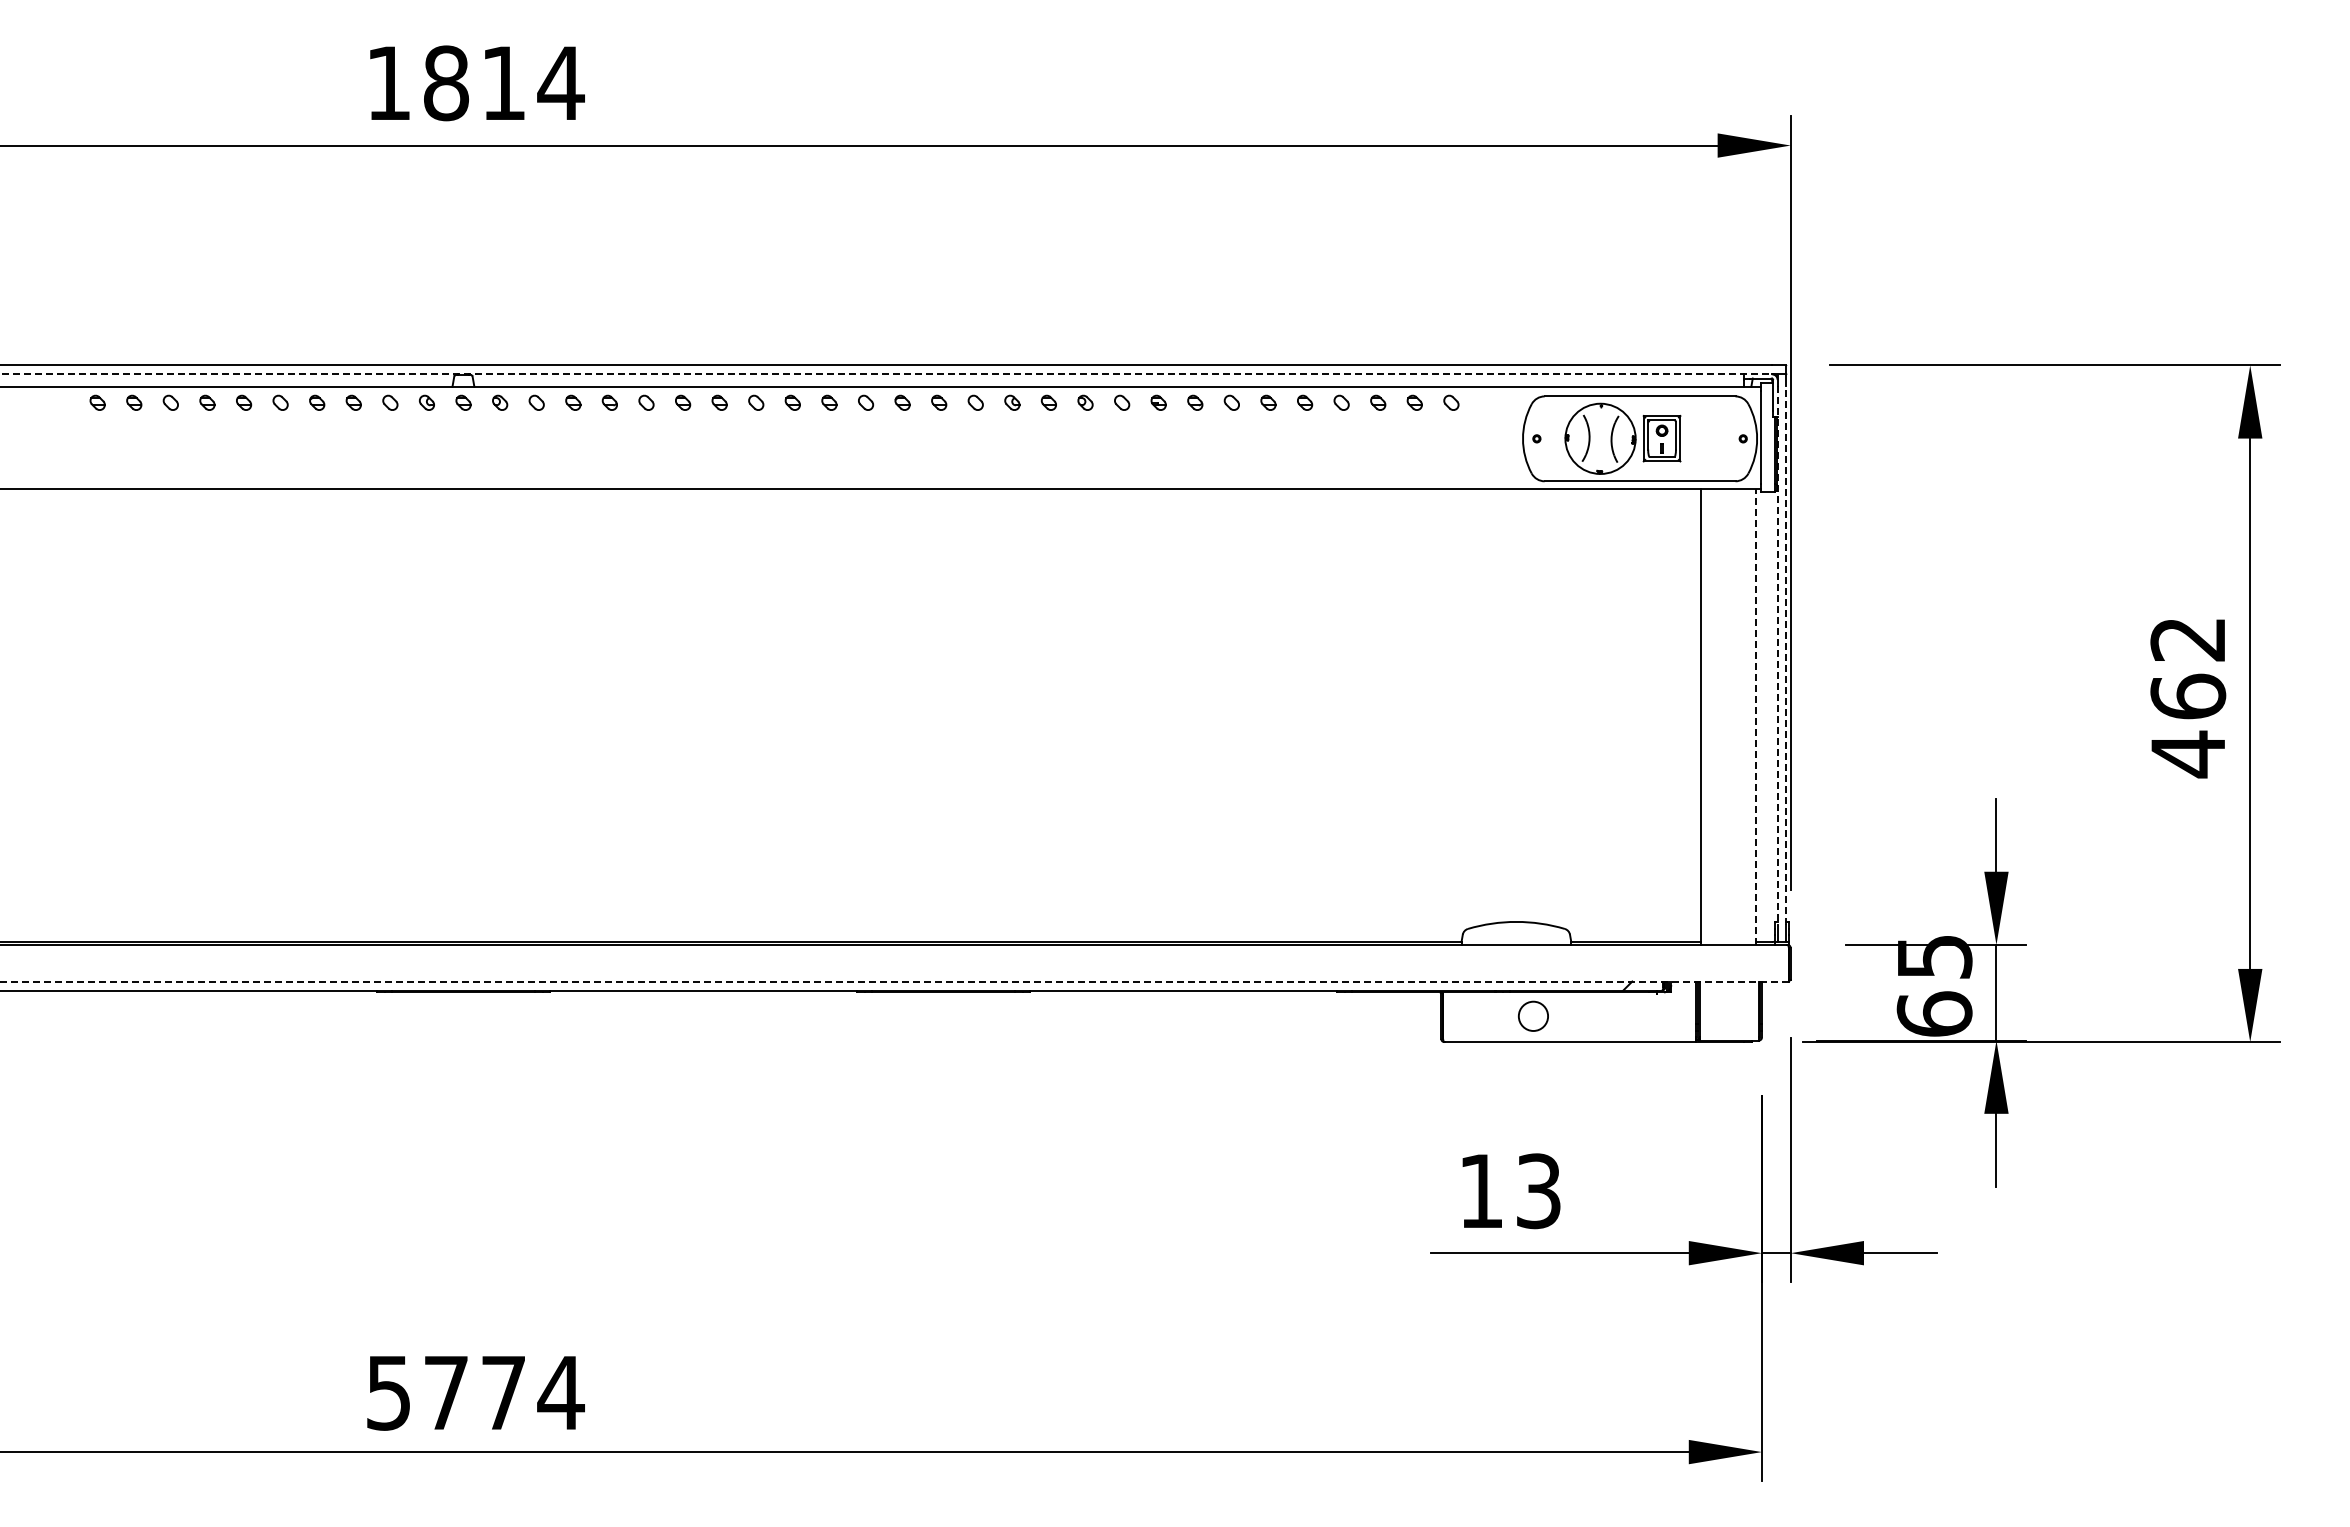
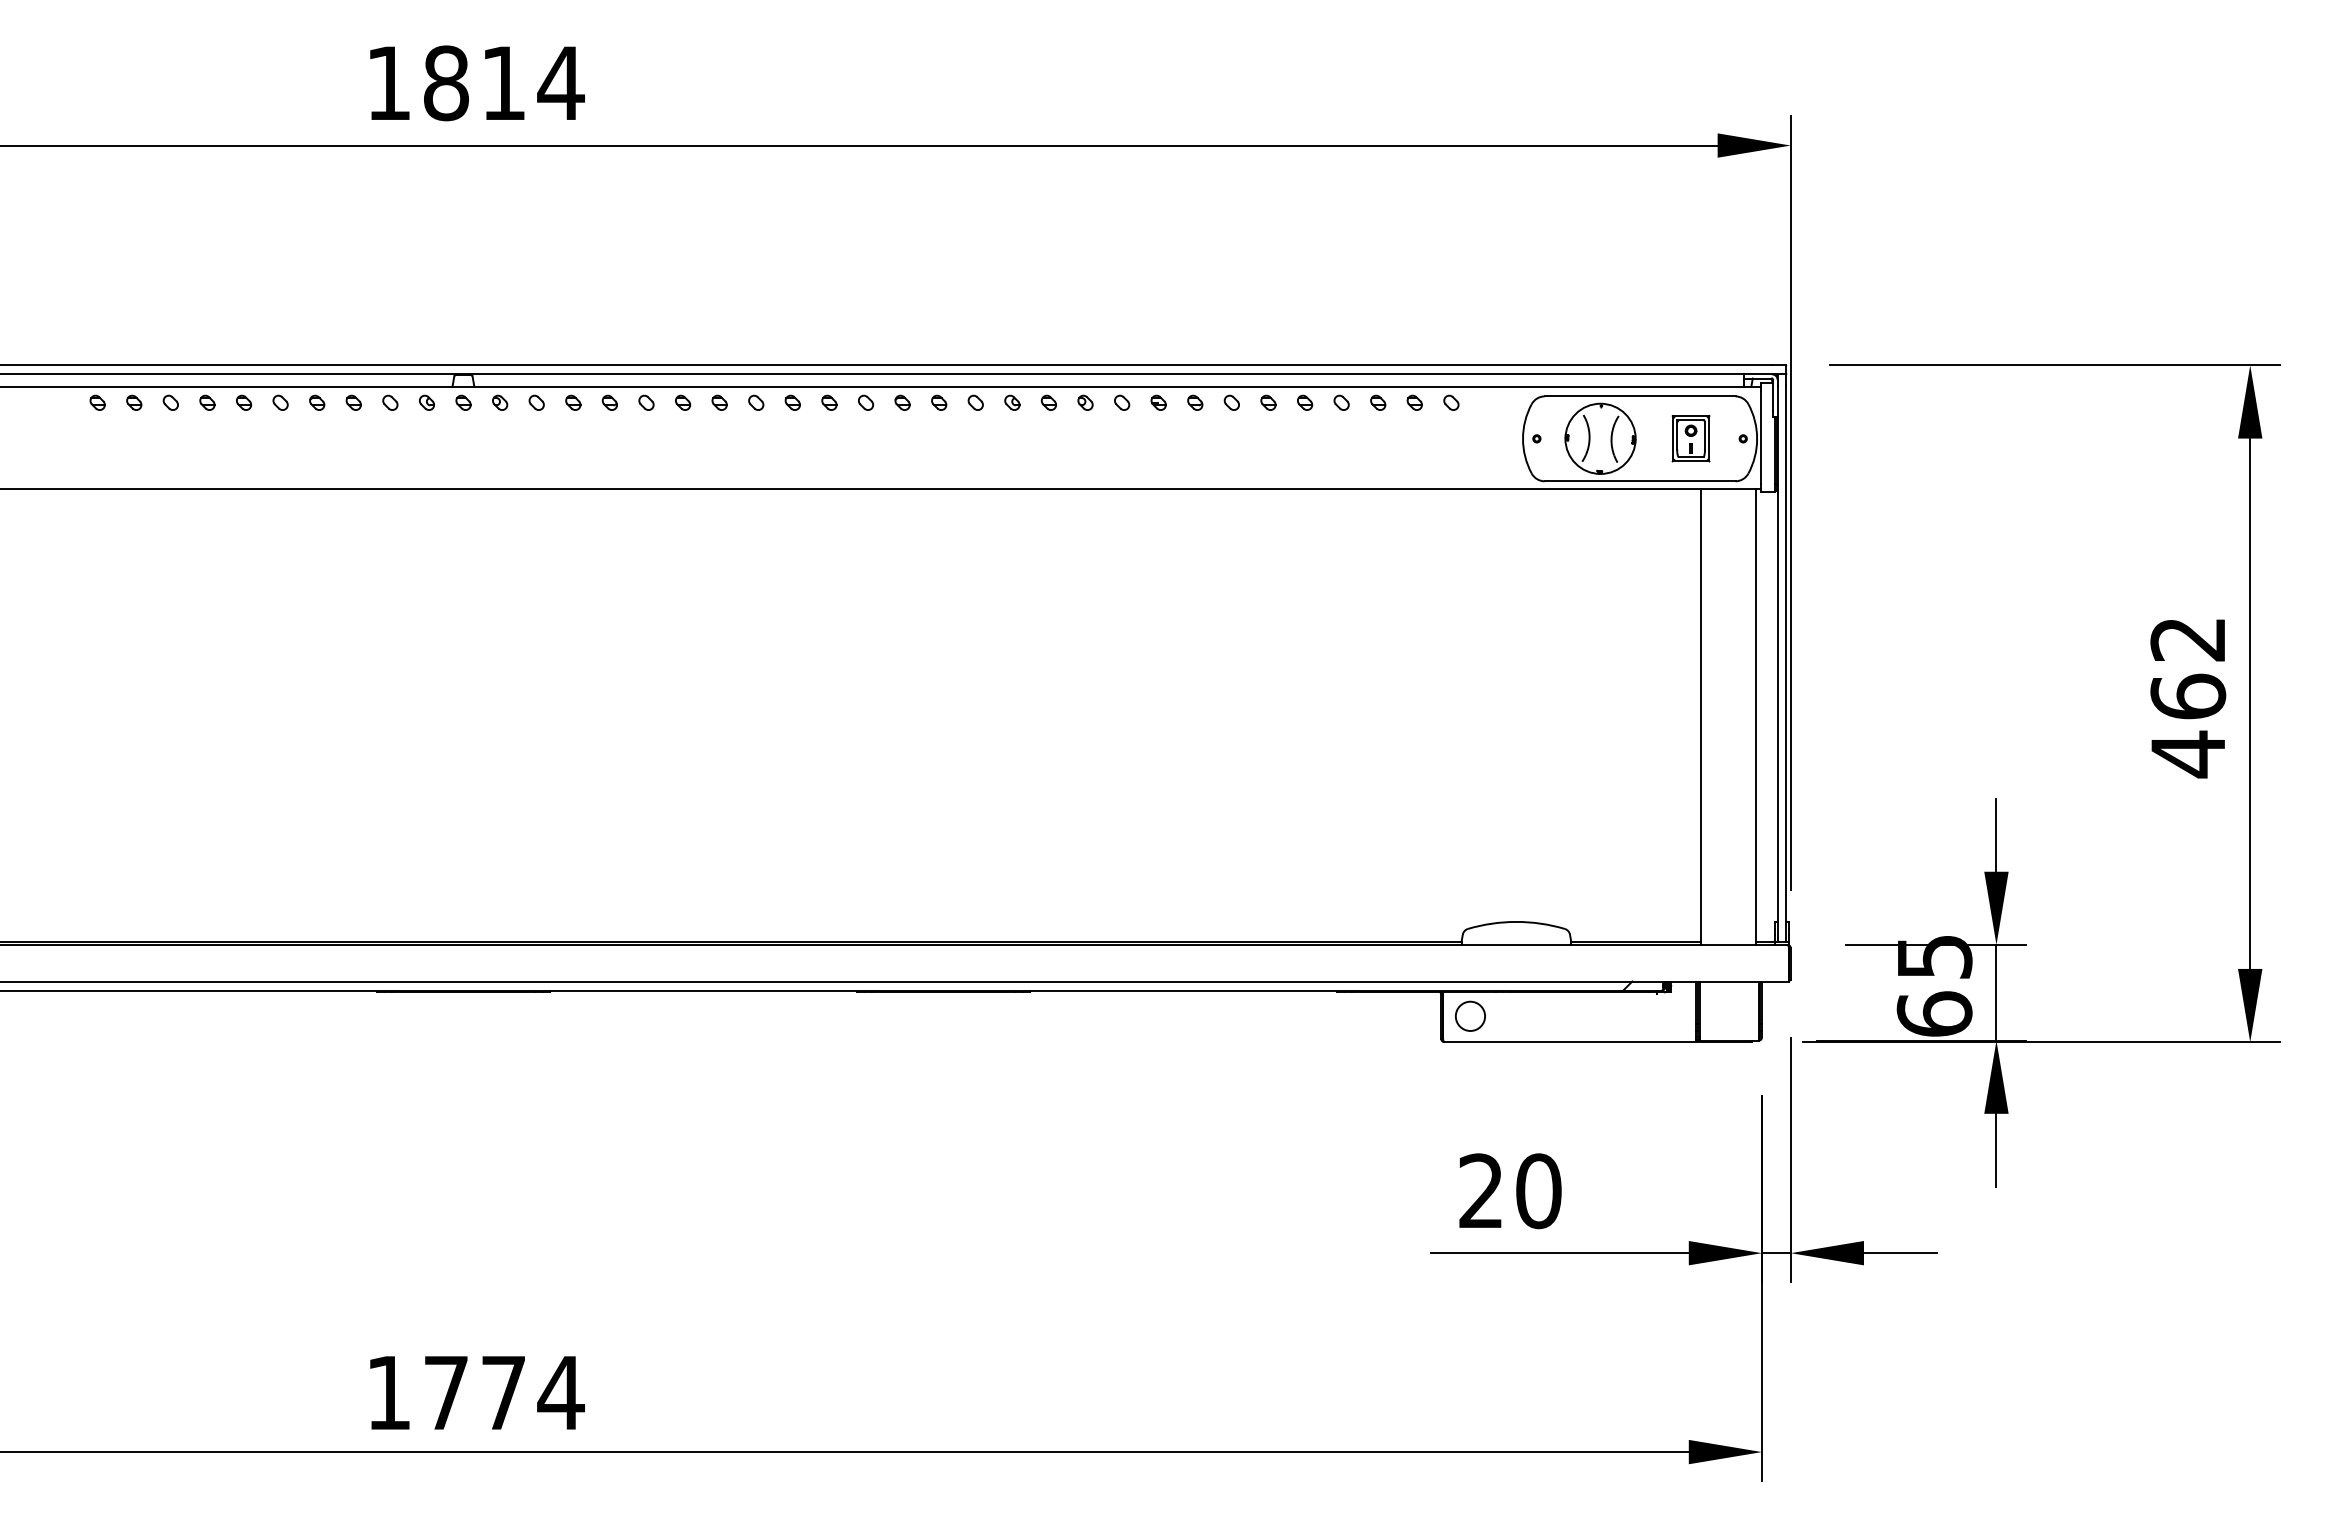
line at (886, 374): dashed -> solid
part at (1661, 438) position: (1661, 438) -> (1690, 438)
line at (1786, 655): dashed -> solid
line at (1777, 656): dashed -> solid
line at (1756, 717): dashed -> solid
line at (894, 981): dashed -> solid
circle at (1533, 1015) position: (1533, 1015) -> (1470, 1015)
text at (1510, 1191): 13 -> 20
text at (388, 1393): 5774 -> 1774
